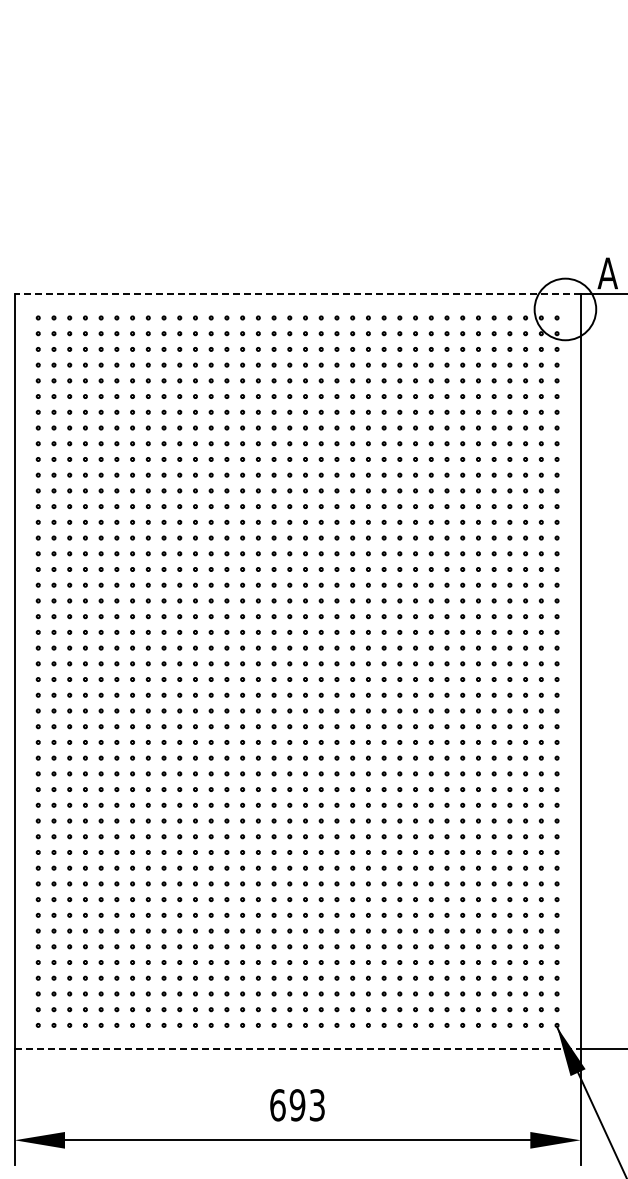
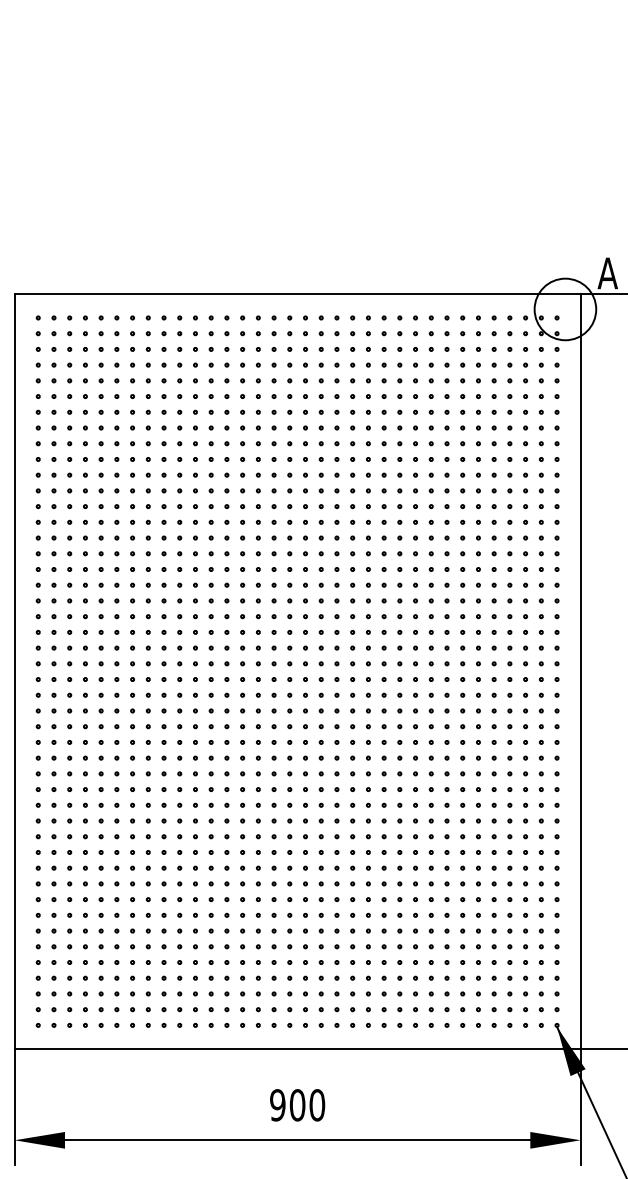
line at (297, 294): dashed -> solid
line at (297, 1048): dashed -> solid
text at (297, 1105): 693 -> 900
